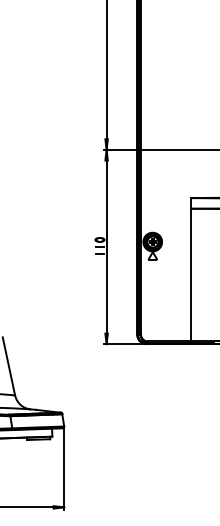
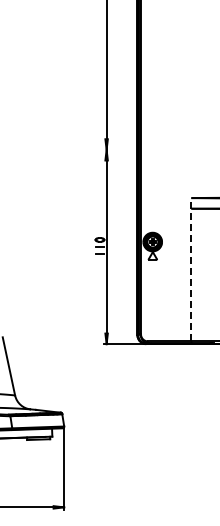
line at (159, 149): present -> none
line at (191, 269): solid -> dashed
